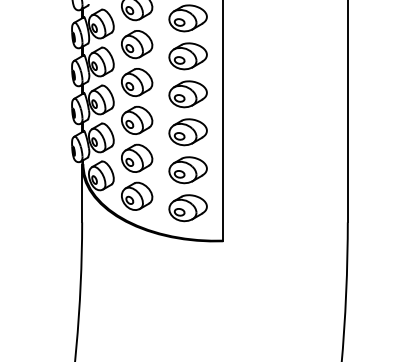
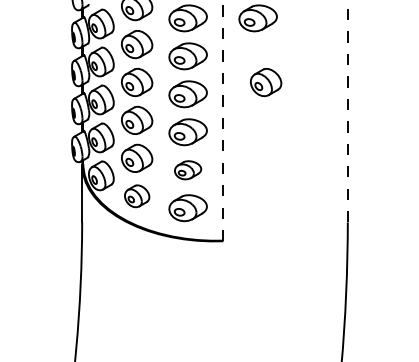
part at (257, 18): none -> present
part at (266, 82): none -> present
line at (347, 111): solid -> dashed
line at (223, 120): solid -> dashed
part at (187, 170) size: 40x29 px -> 29x21 px
part at (137, 195) size: 33x30 px -> 27x25 px
